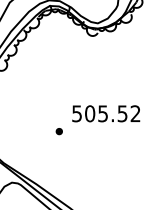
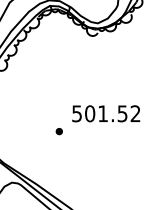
text at (102, 113): 505.52 -> 501.52
